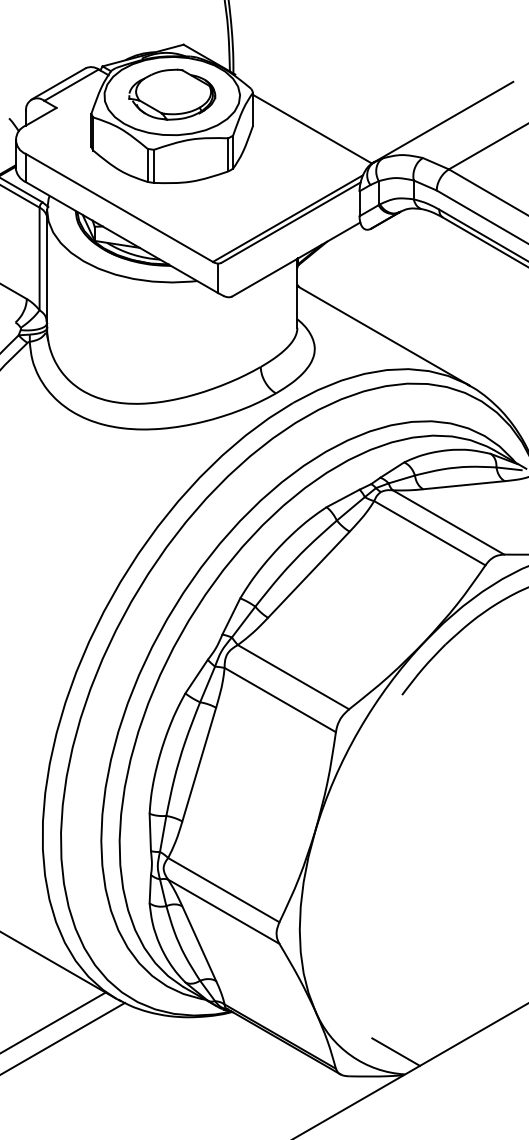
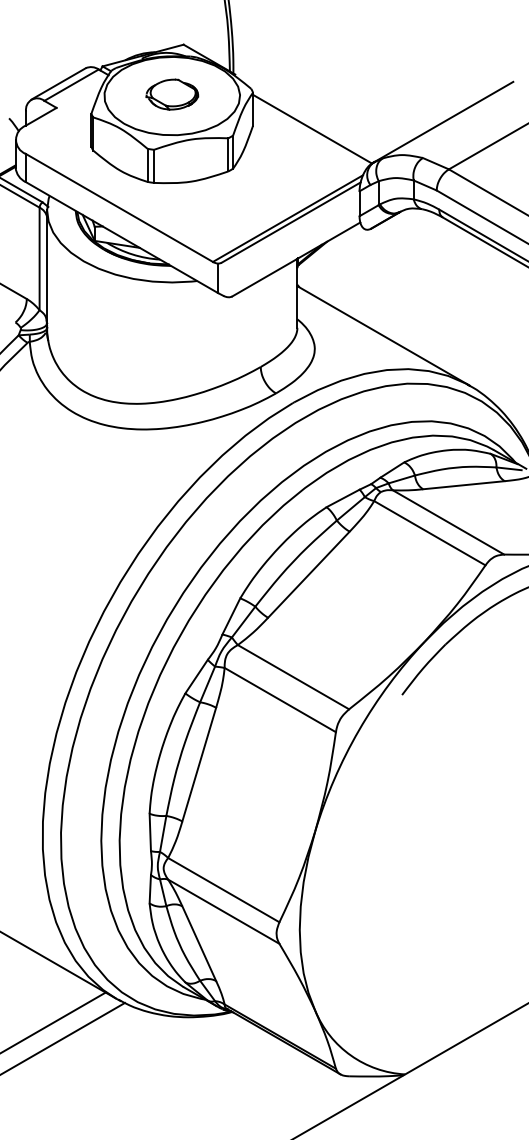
part at (172, 94) size: 89x53 px -> 55x33 px
line at (395, 1051): present -> none
